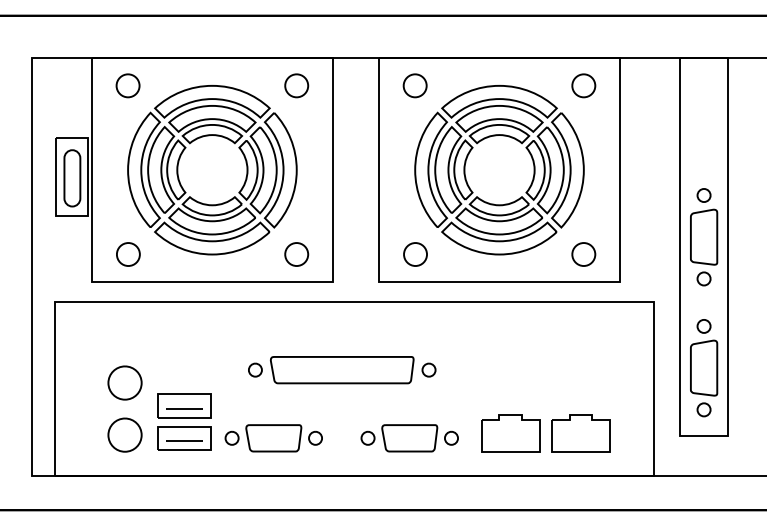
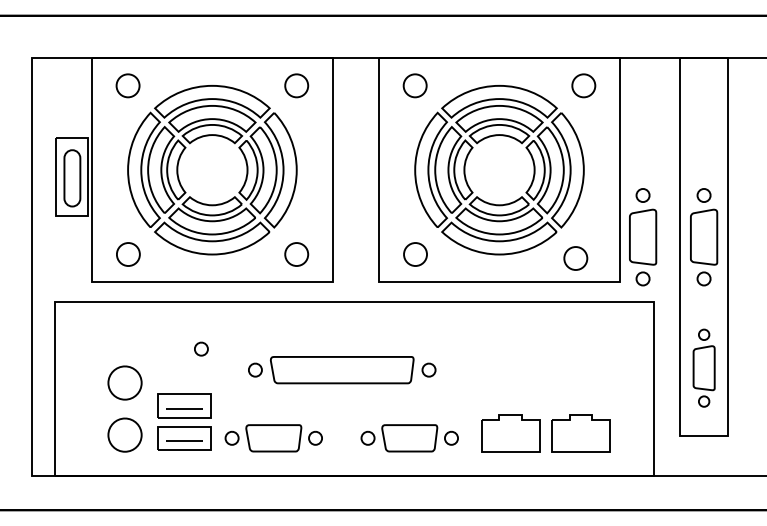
part at (643, 237): none -> present
part at (583, 254) position: (583, 254) -> (575, 258)
part at (201, 348): none -> present
part at (704, 368) size: 29x99 px -> 24x80 px
